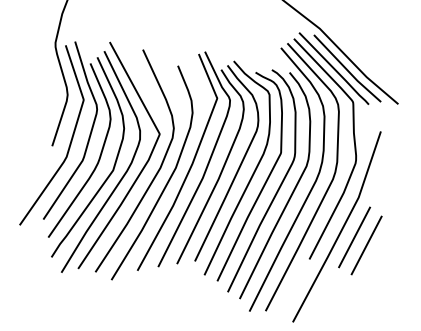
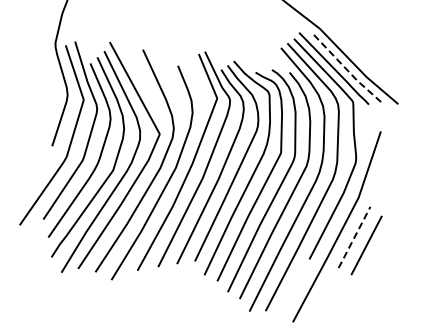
line at (346, 69): solid -> dashed
line at (354, 236): solid -> dashed
